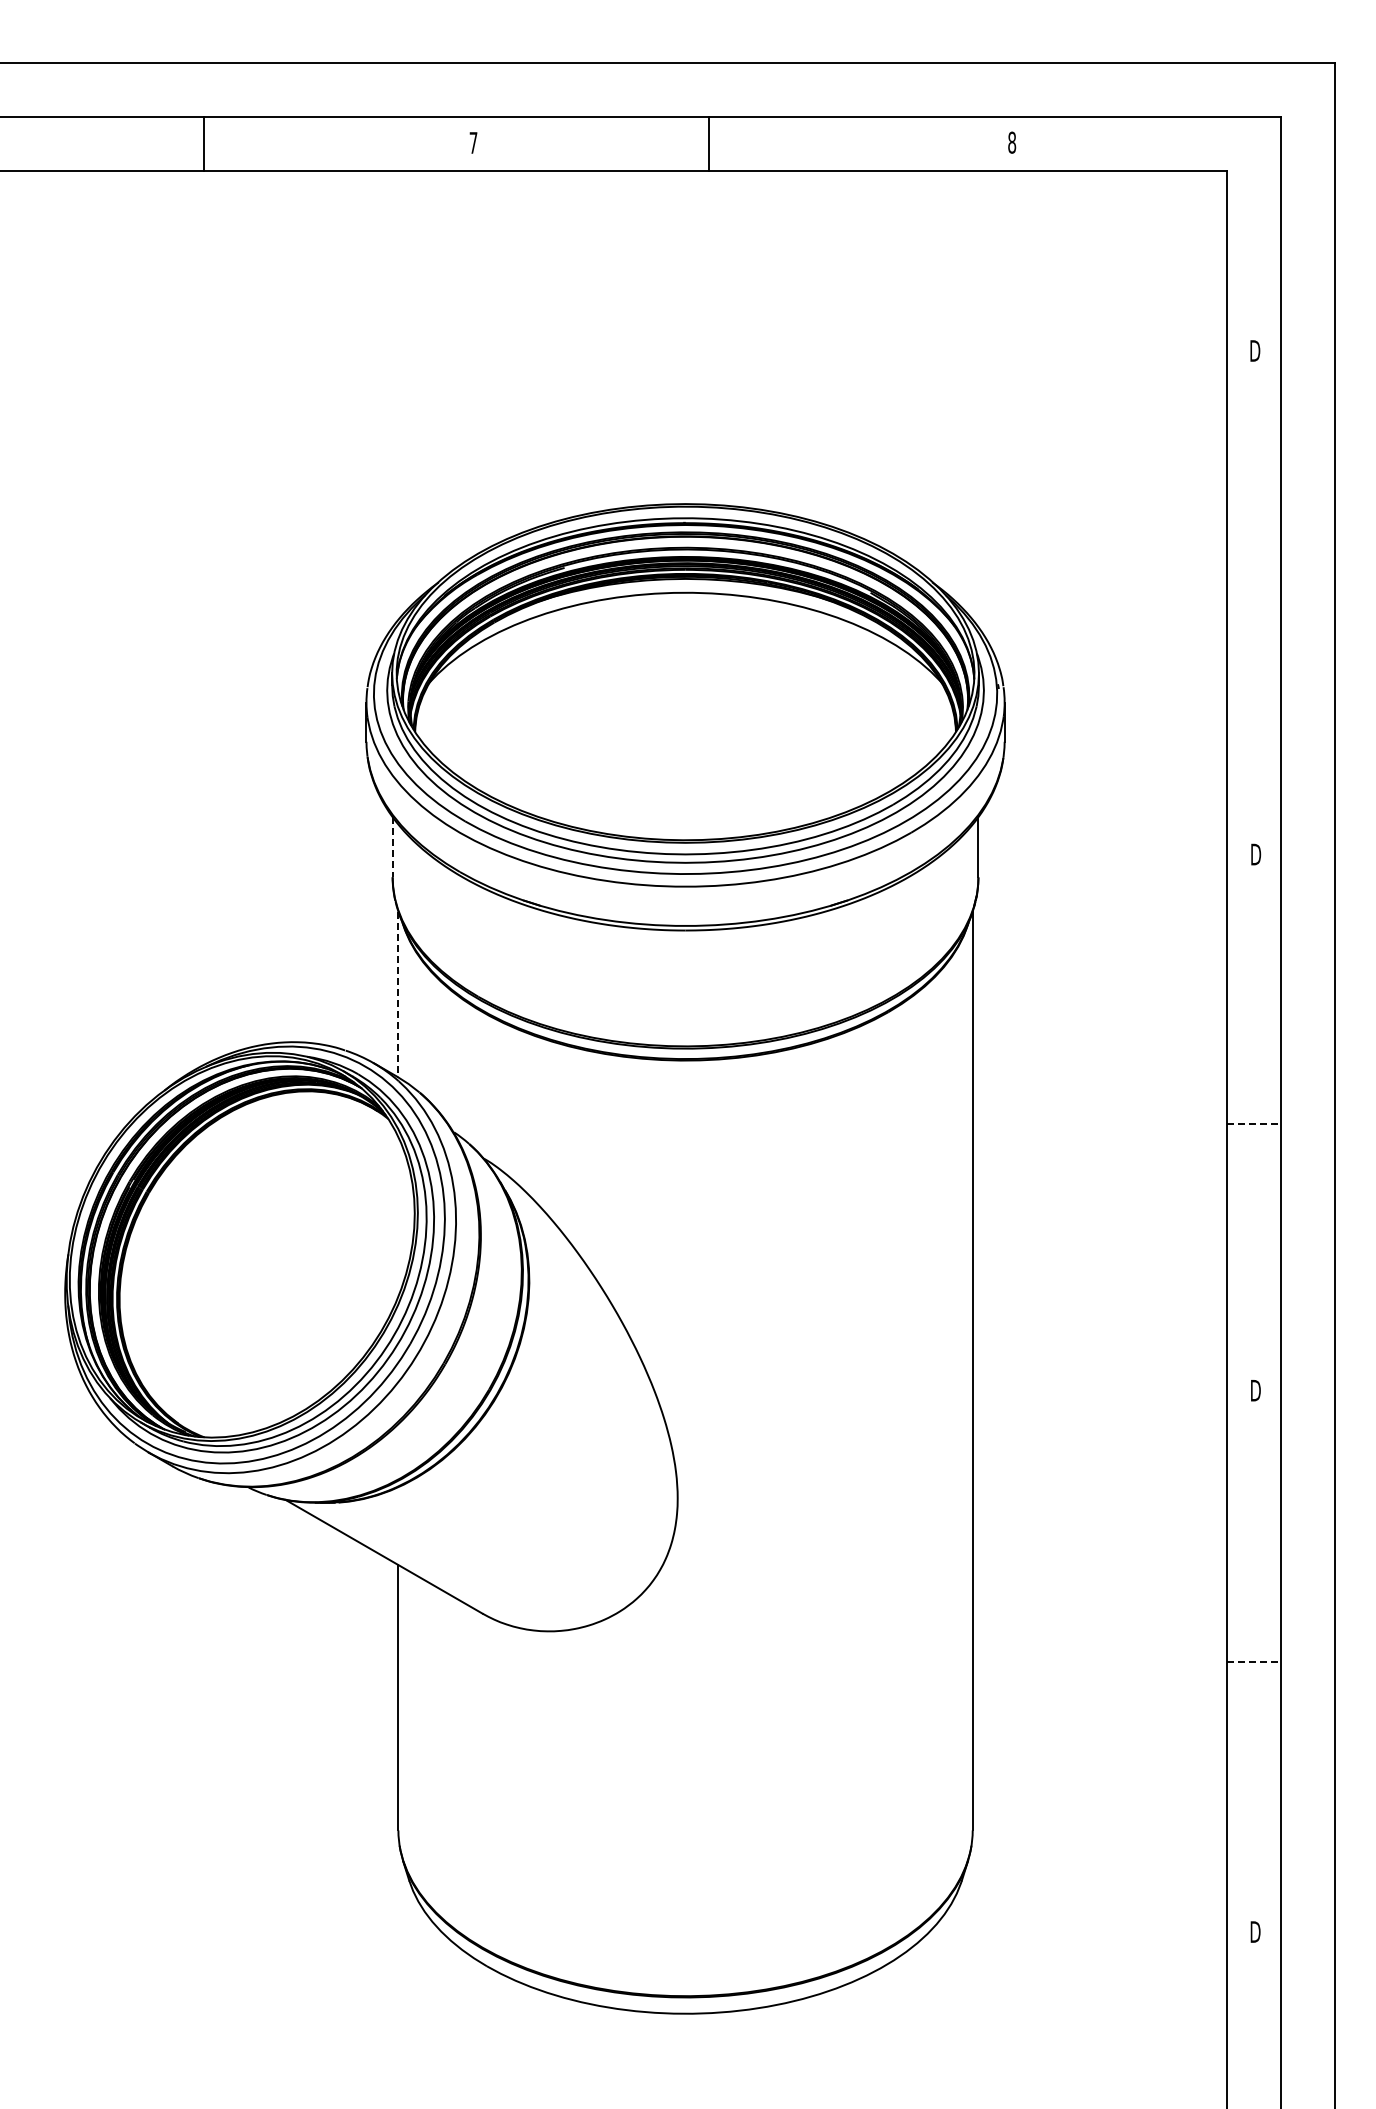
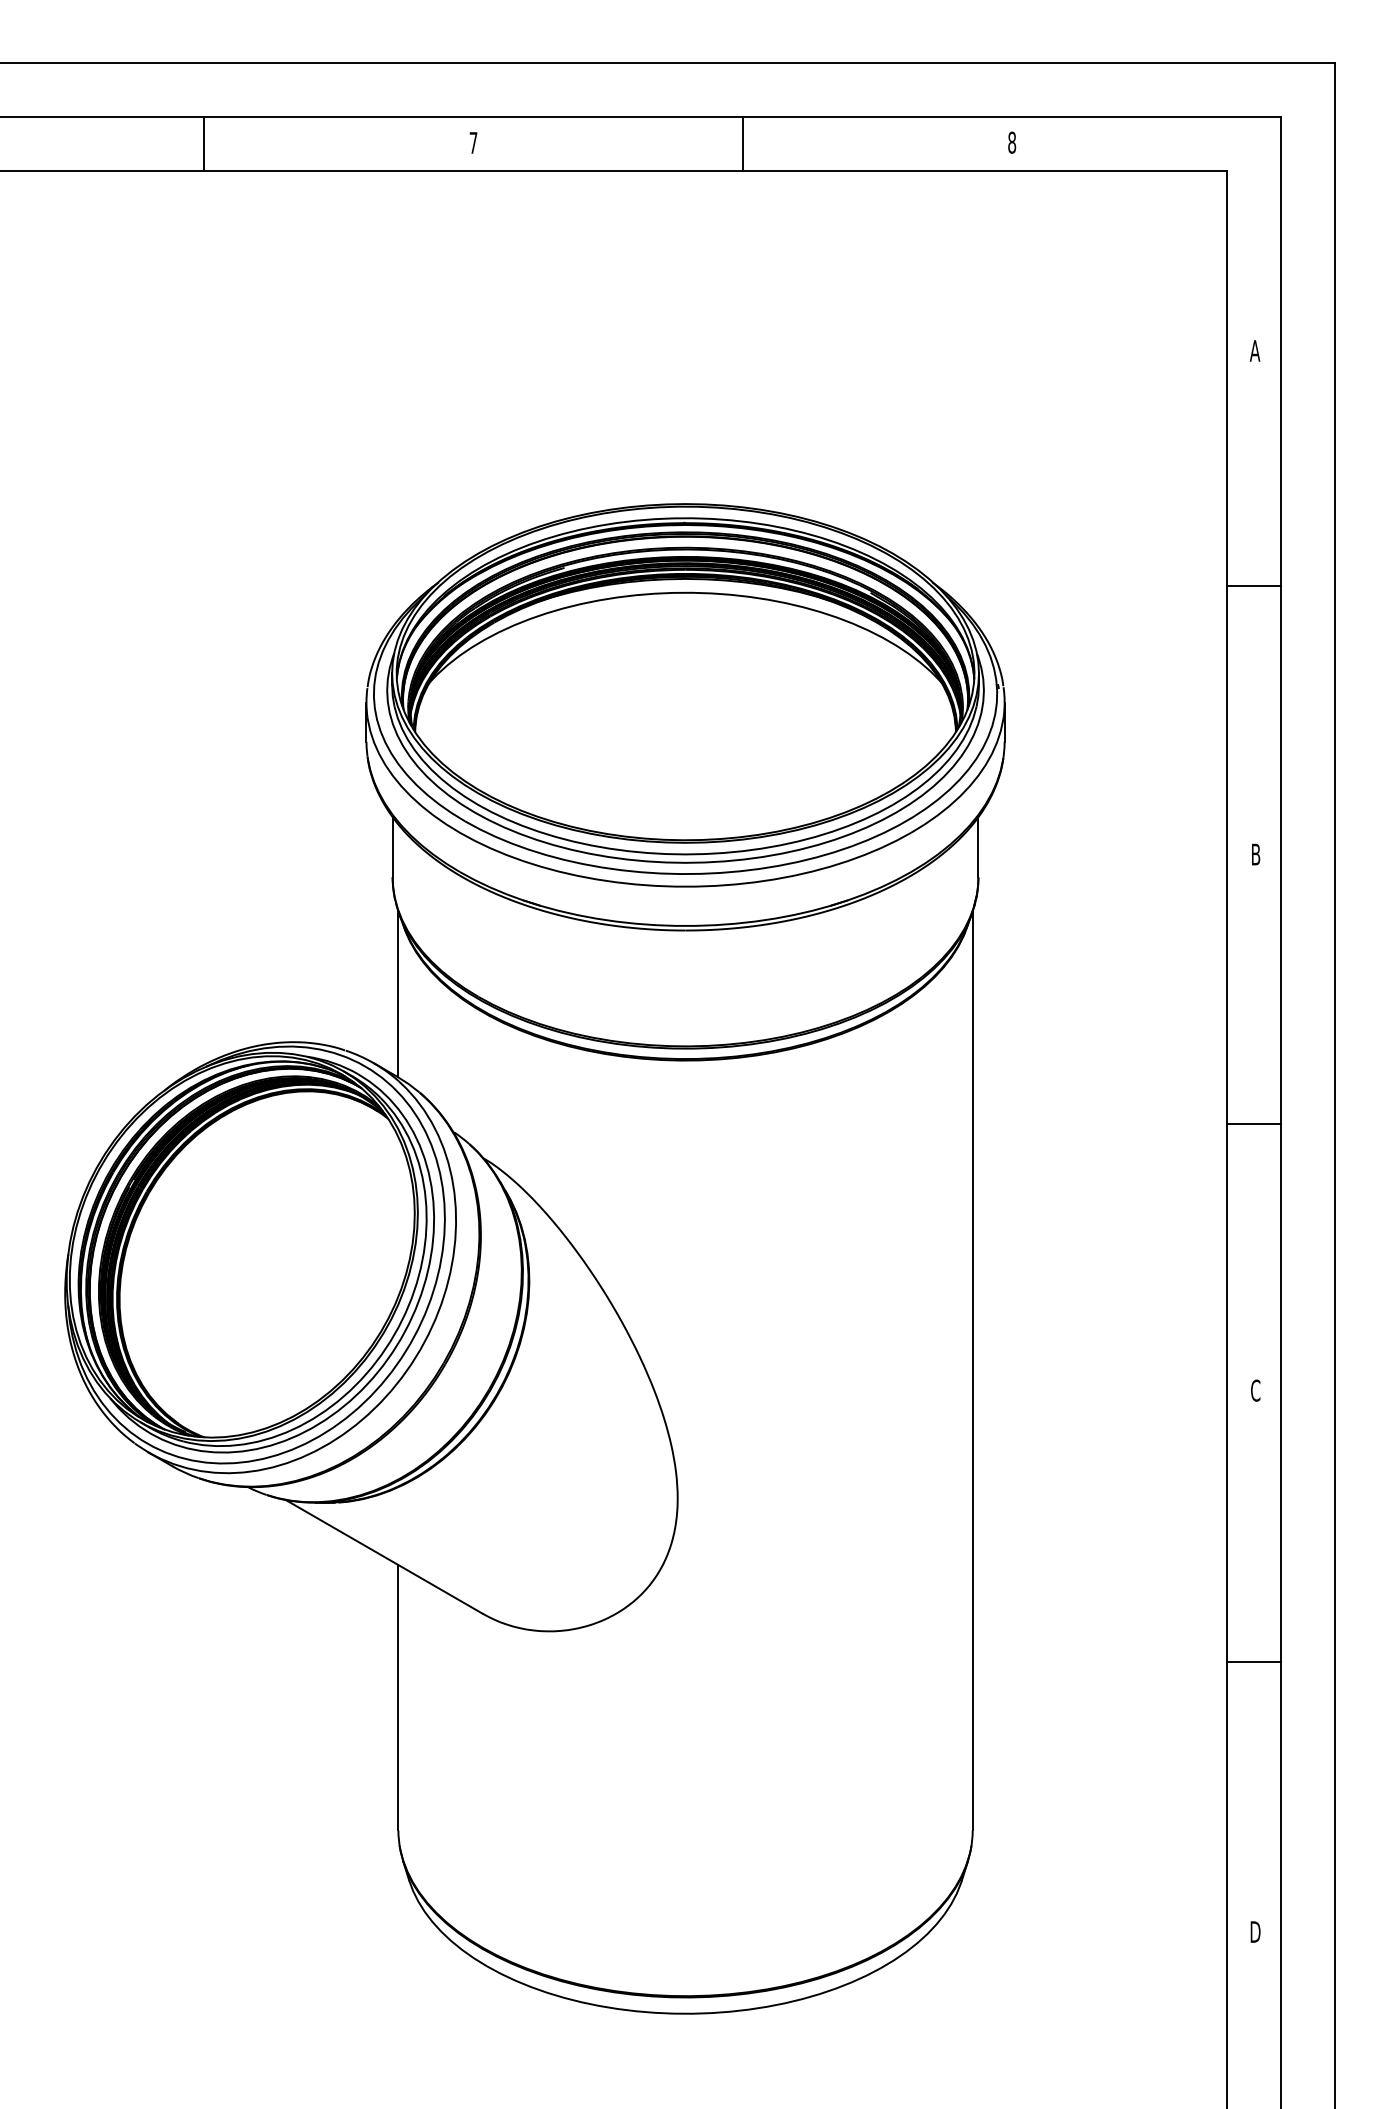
line at (708, 143) position: (708, 143) -> (742, 143)
text at (1254, 350): D -> A
line at (1253, 585): none -> present
line at (392, 847): dashed -> solid
text at (1256, 854): D -> B
line at (398, 994): dashed -> solid
line at (1254, 1123): dashed -> solid
text at (1255, 1390): D -> C
line at (1254, 1662): dashed -> solid
